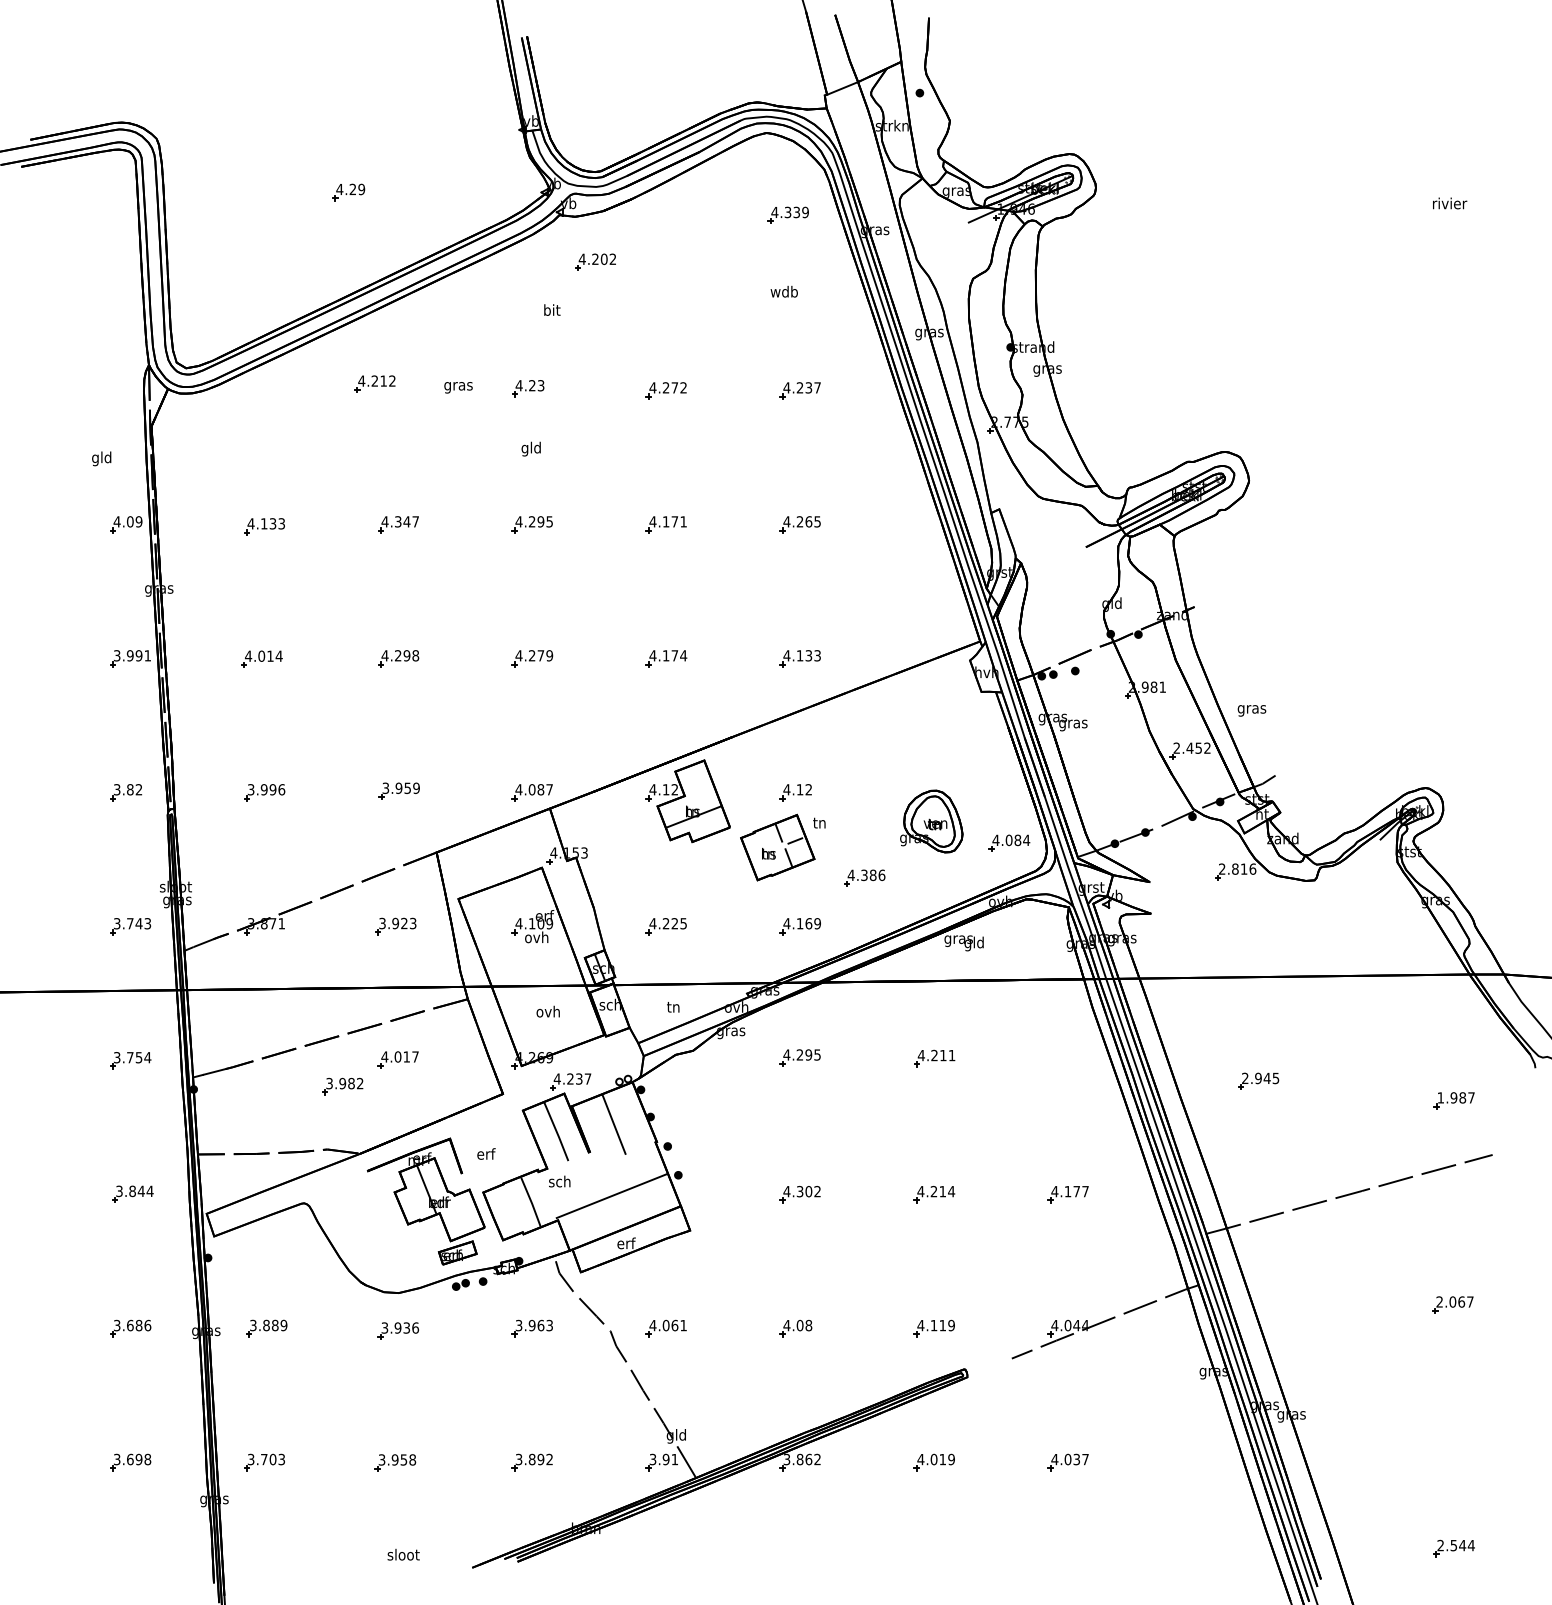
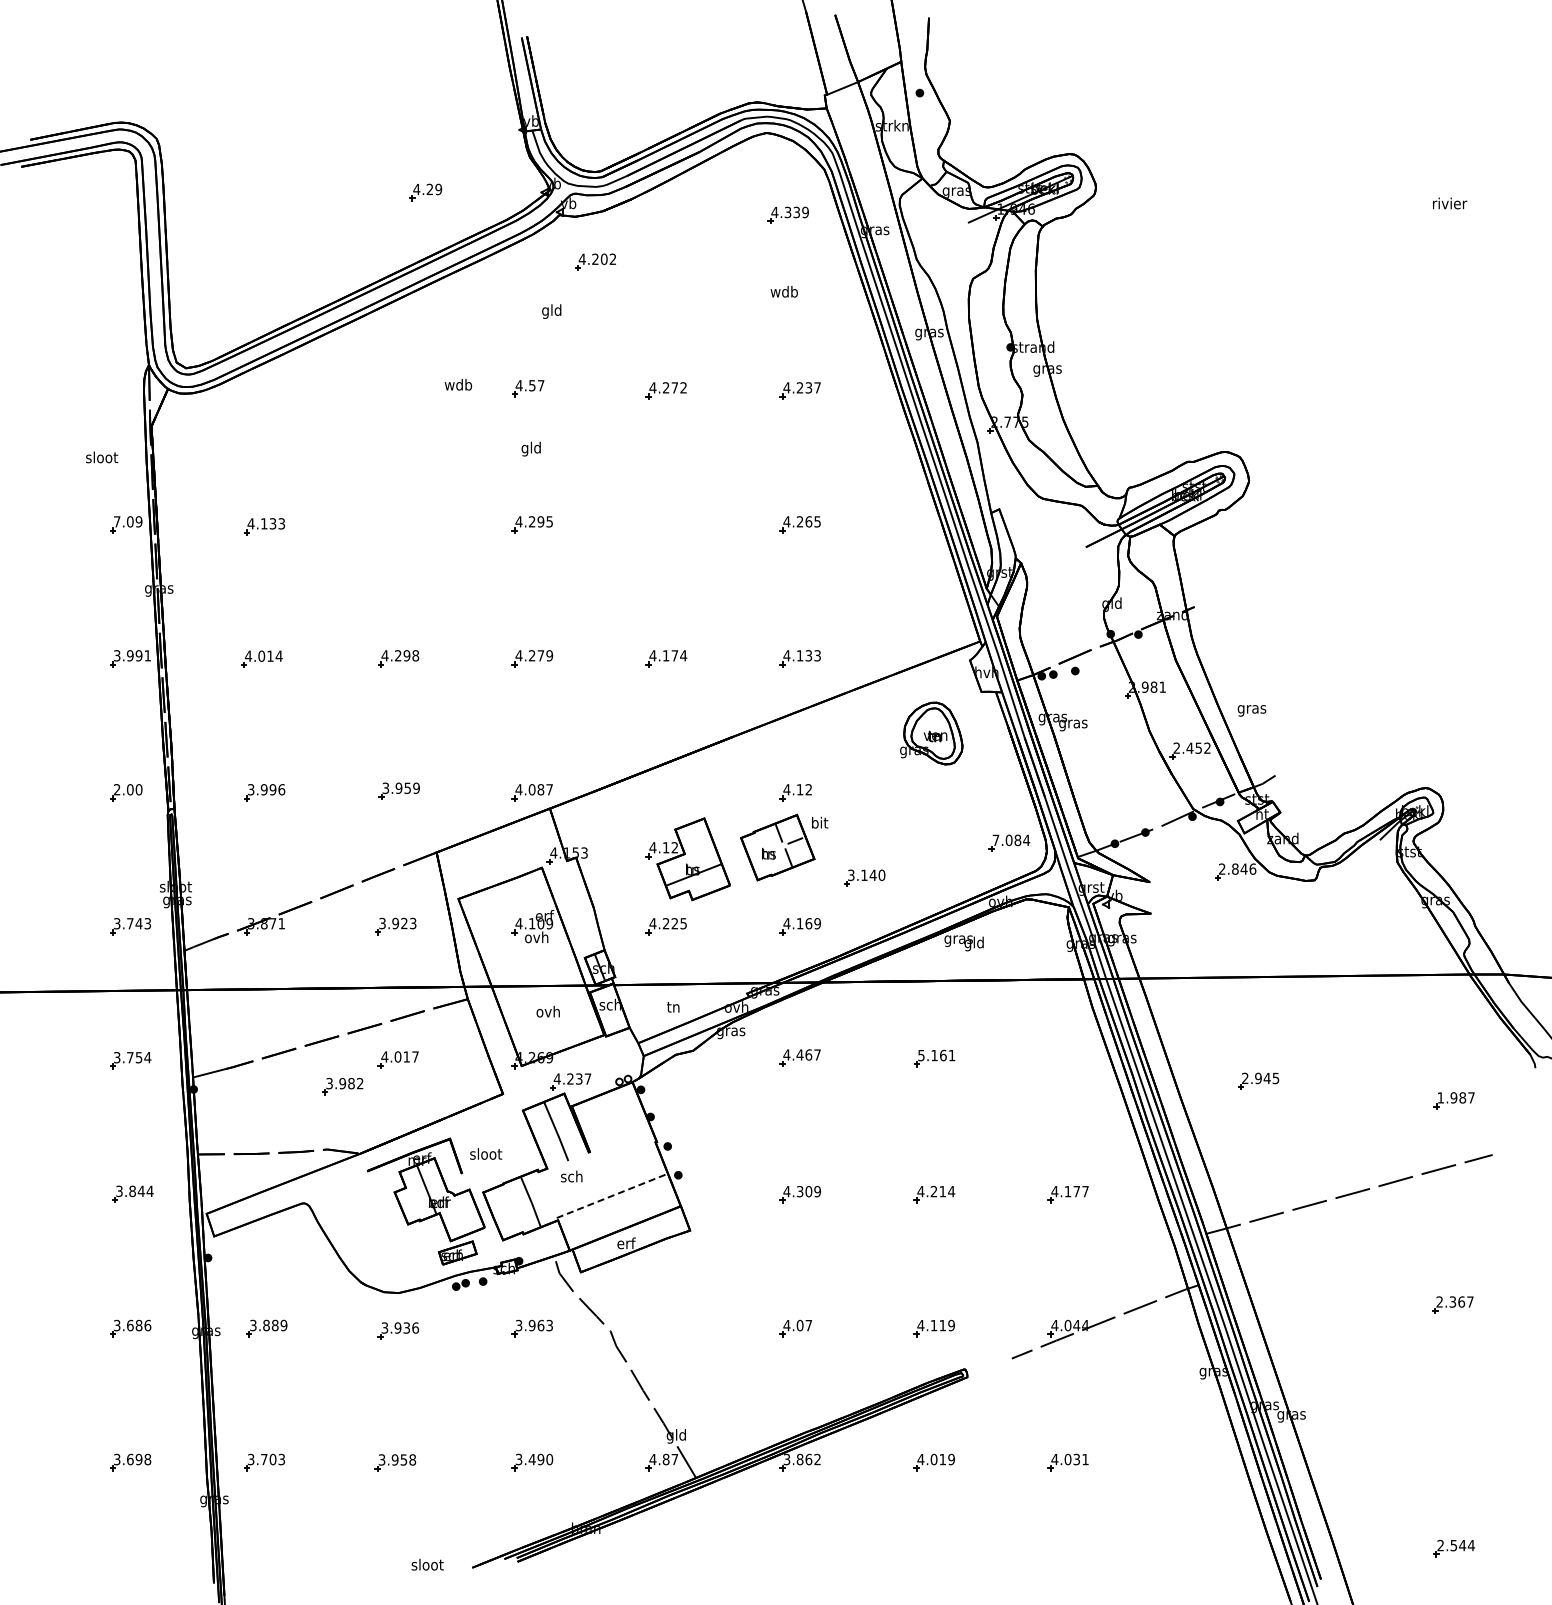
part at (348, 192) position: (348, 192) -> (425, 192)
text at (551, 311): bit -> gld
part at (374, 383): present -> none
text at (458, 385): gras -> wdb
text at (536, 385): 4.23 -> 4.57
text at (102, 458): gld -> sloot
text at (116, 521): 4.09 -> 7.09
part at (398, 524): present -> none
part at (665, 524): present -> none
text at (128, 789): 3.82 -> 2.00
part at (687, 801) position: (687, 801) -> (687, 859)
part at (931, 821) position: (931, 821) -> (931, 733)
text at (820, 822): tn -> bit
text at (995, 839): 4.084 -> 7.084
text at (1243, 868): 2.816 -> 2.846
text at (866, 875): 4.386 -> 3.140
text at (808, 1054): 4.295 -> 4.467
text at (931, 1055): 4.211 -> 5.161
line at (613, 1123): present -> none
text at (486, 1153): erf -> sloot
text at (559, 1181) position: (559, 1181) -> (571, 1176)
text at (817, 1191): 4.302 -> 4.309
line at (612, 1196): solid -> dashed
text at (1452, 1301): 2.067 -> 2.367
text at (808, 1325): 4.08 -> 4.07
part at (665, 1328): present -> none
text at (540, 1459): 3.892 -> 3.490
text at (663, 1459): 3.91 -> 4.87
text at (1085, 1459): 4.037 -> 4.031
text at (403, 1554) position: (403, 1554) -> (427, 1564)
